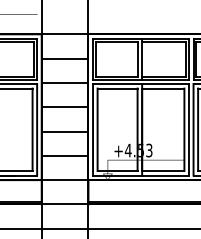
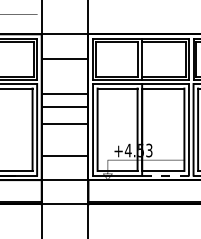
line at (64, 82) position: (64, 82) -> (64, 93)
line at (64, 131) position: (64, 131) -> (64, 123)
line at (165, 175): solid -> dashed
line at (99, 228): present -> none
